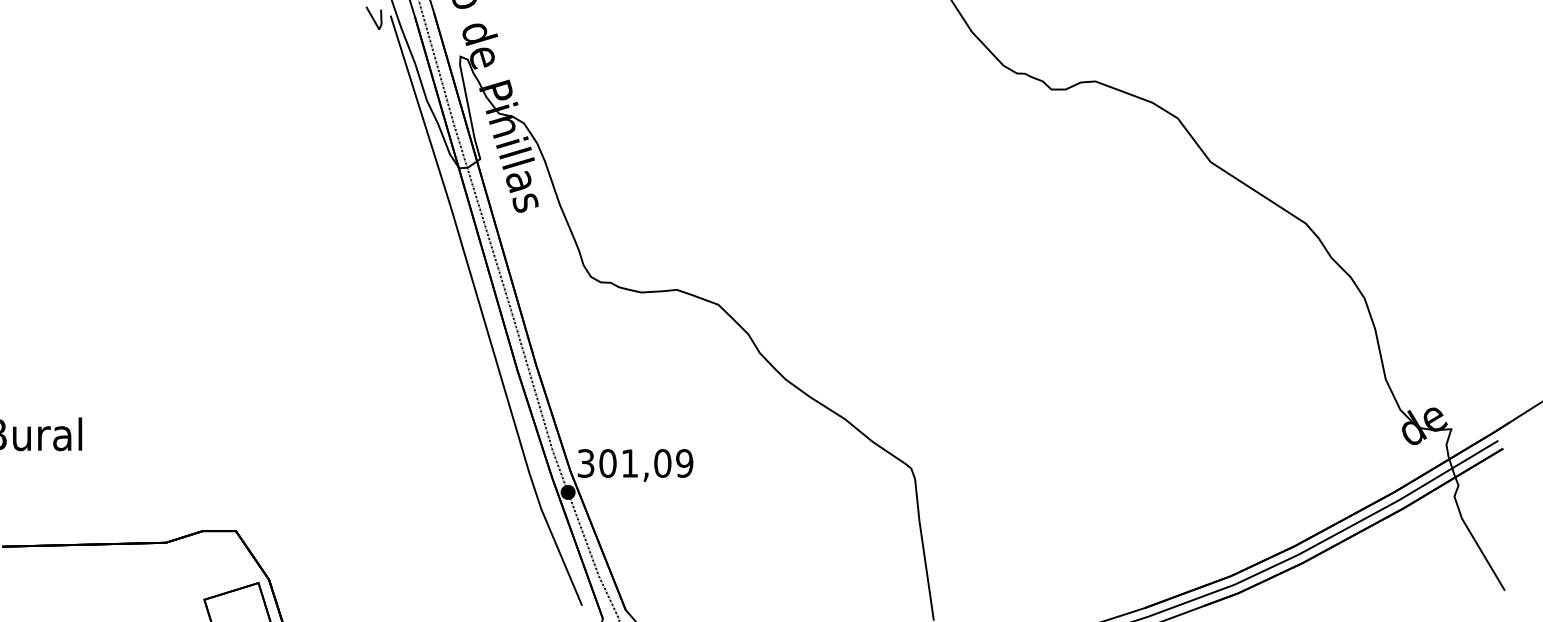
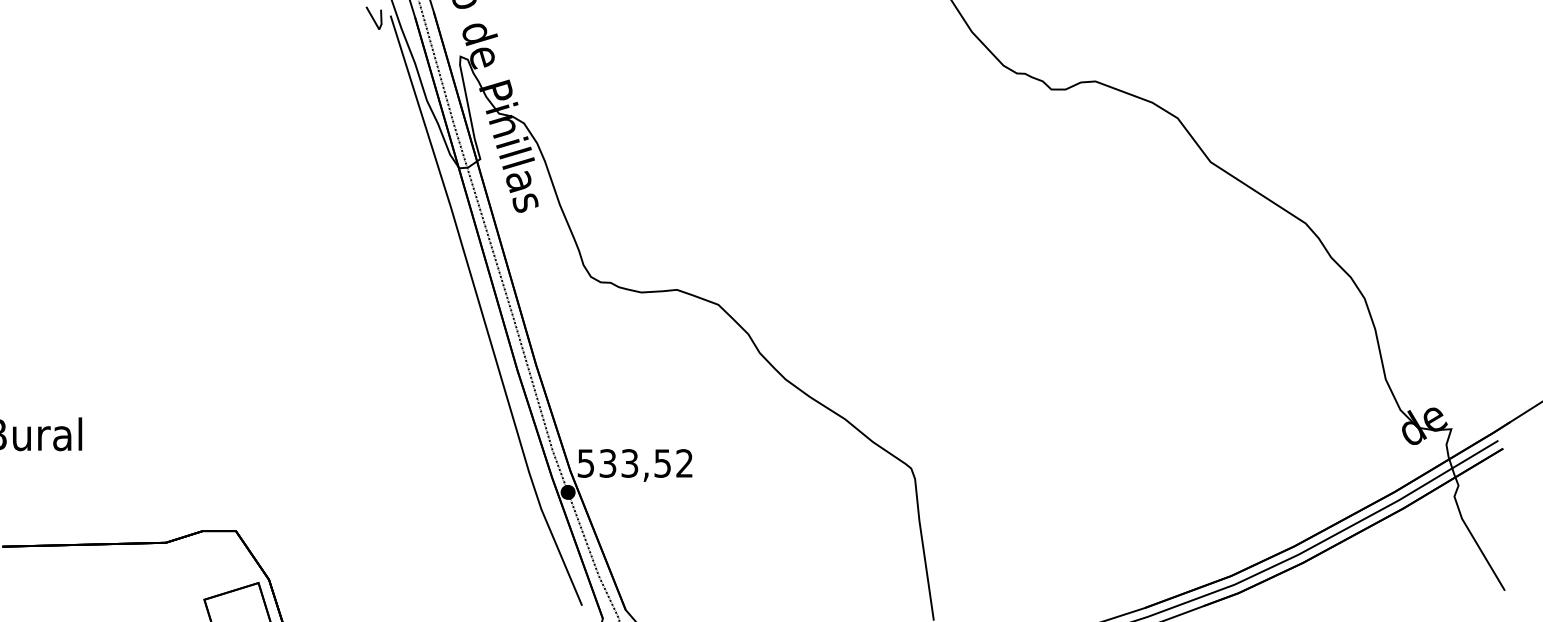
text at (635, 463): 301,09 -> 533,52
